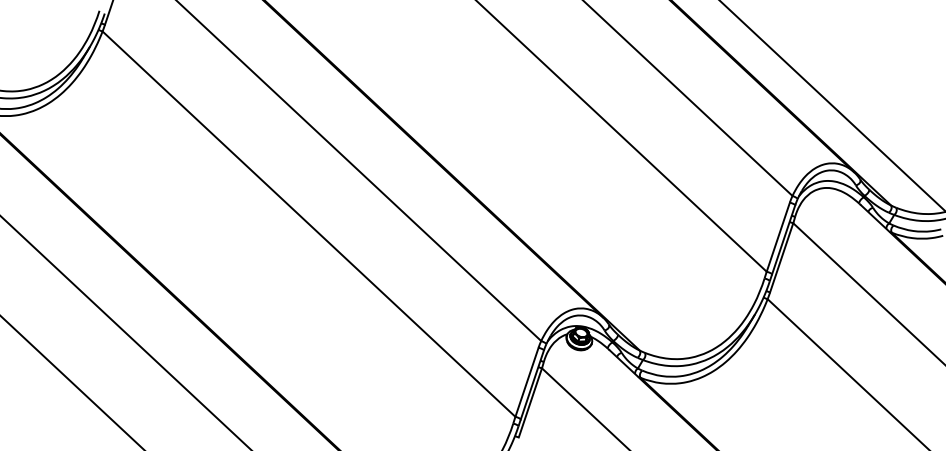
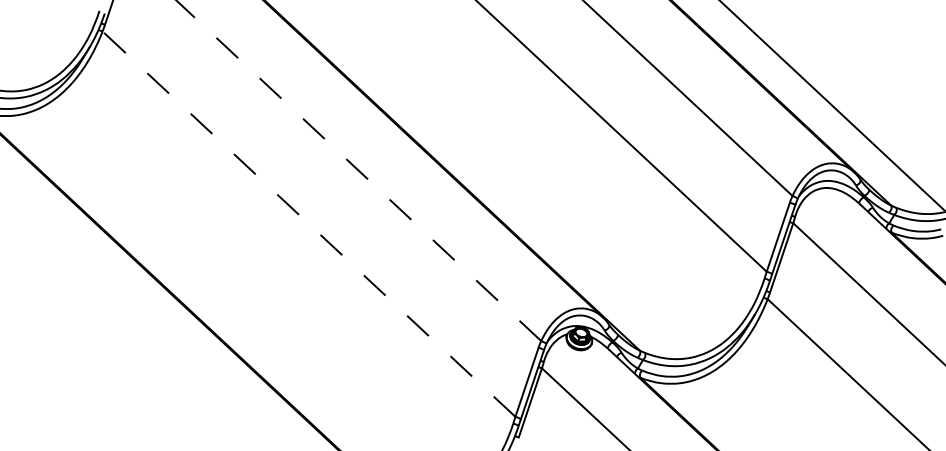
line at (358, 170): solid -> dashed
line at (308, 223): solid -> dashed
line at (125, 332): present -> none
line at (71, 382): present -> none
